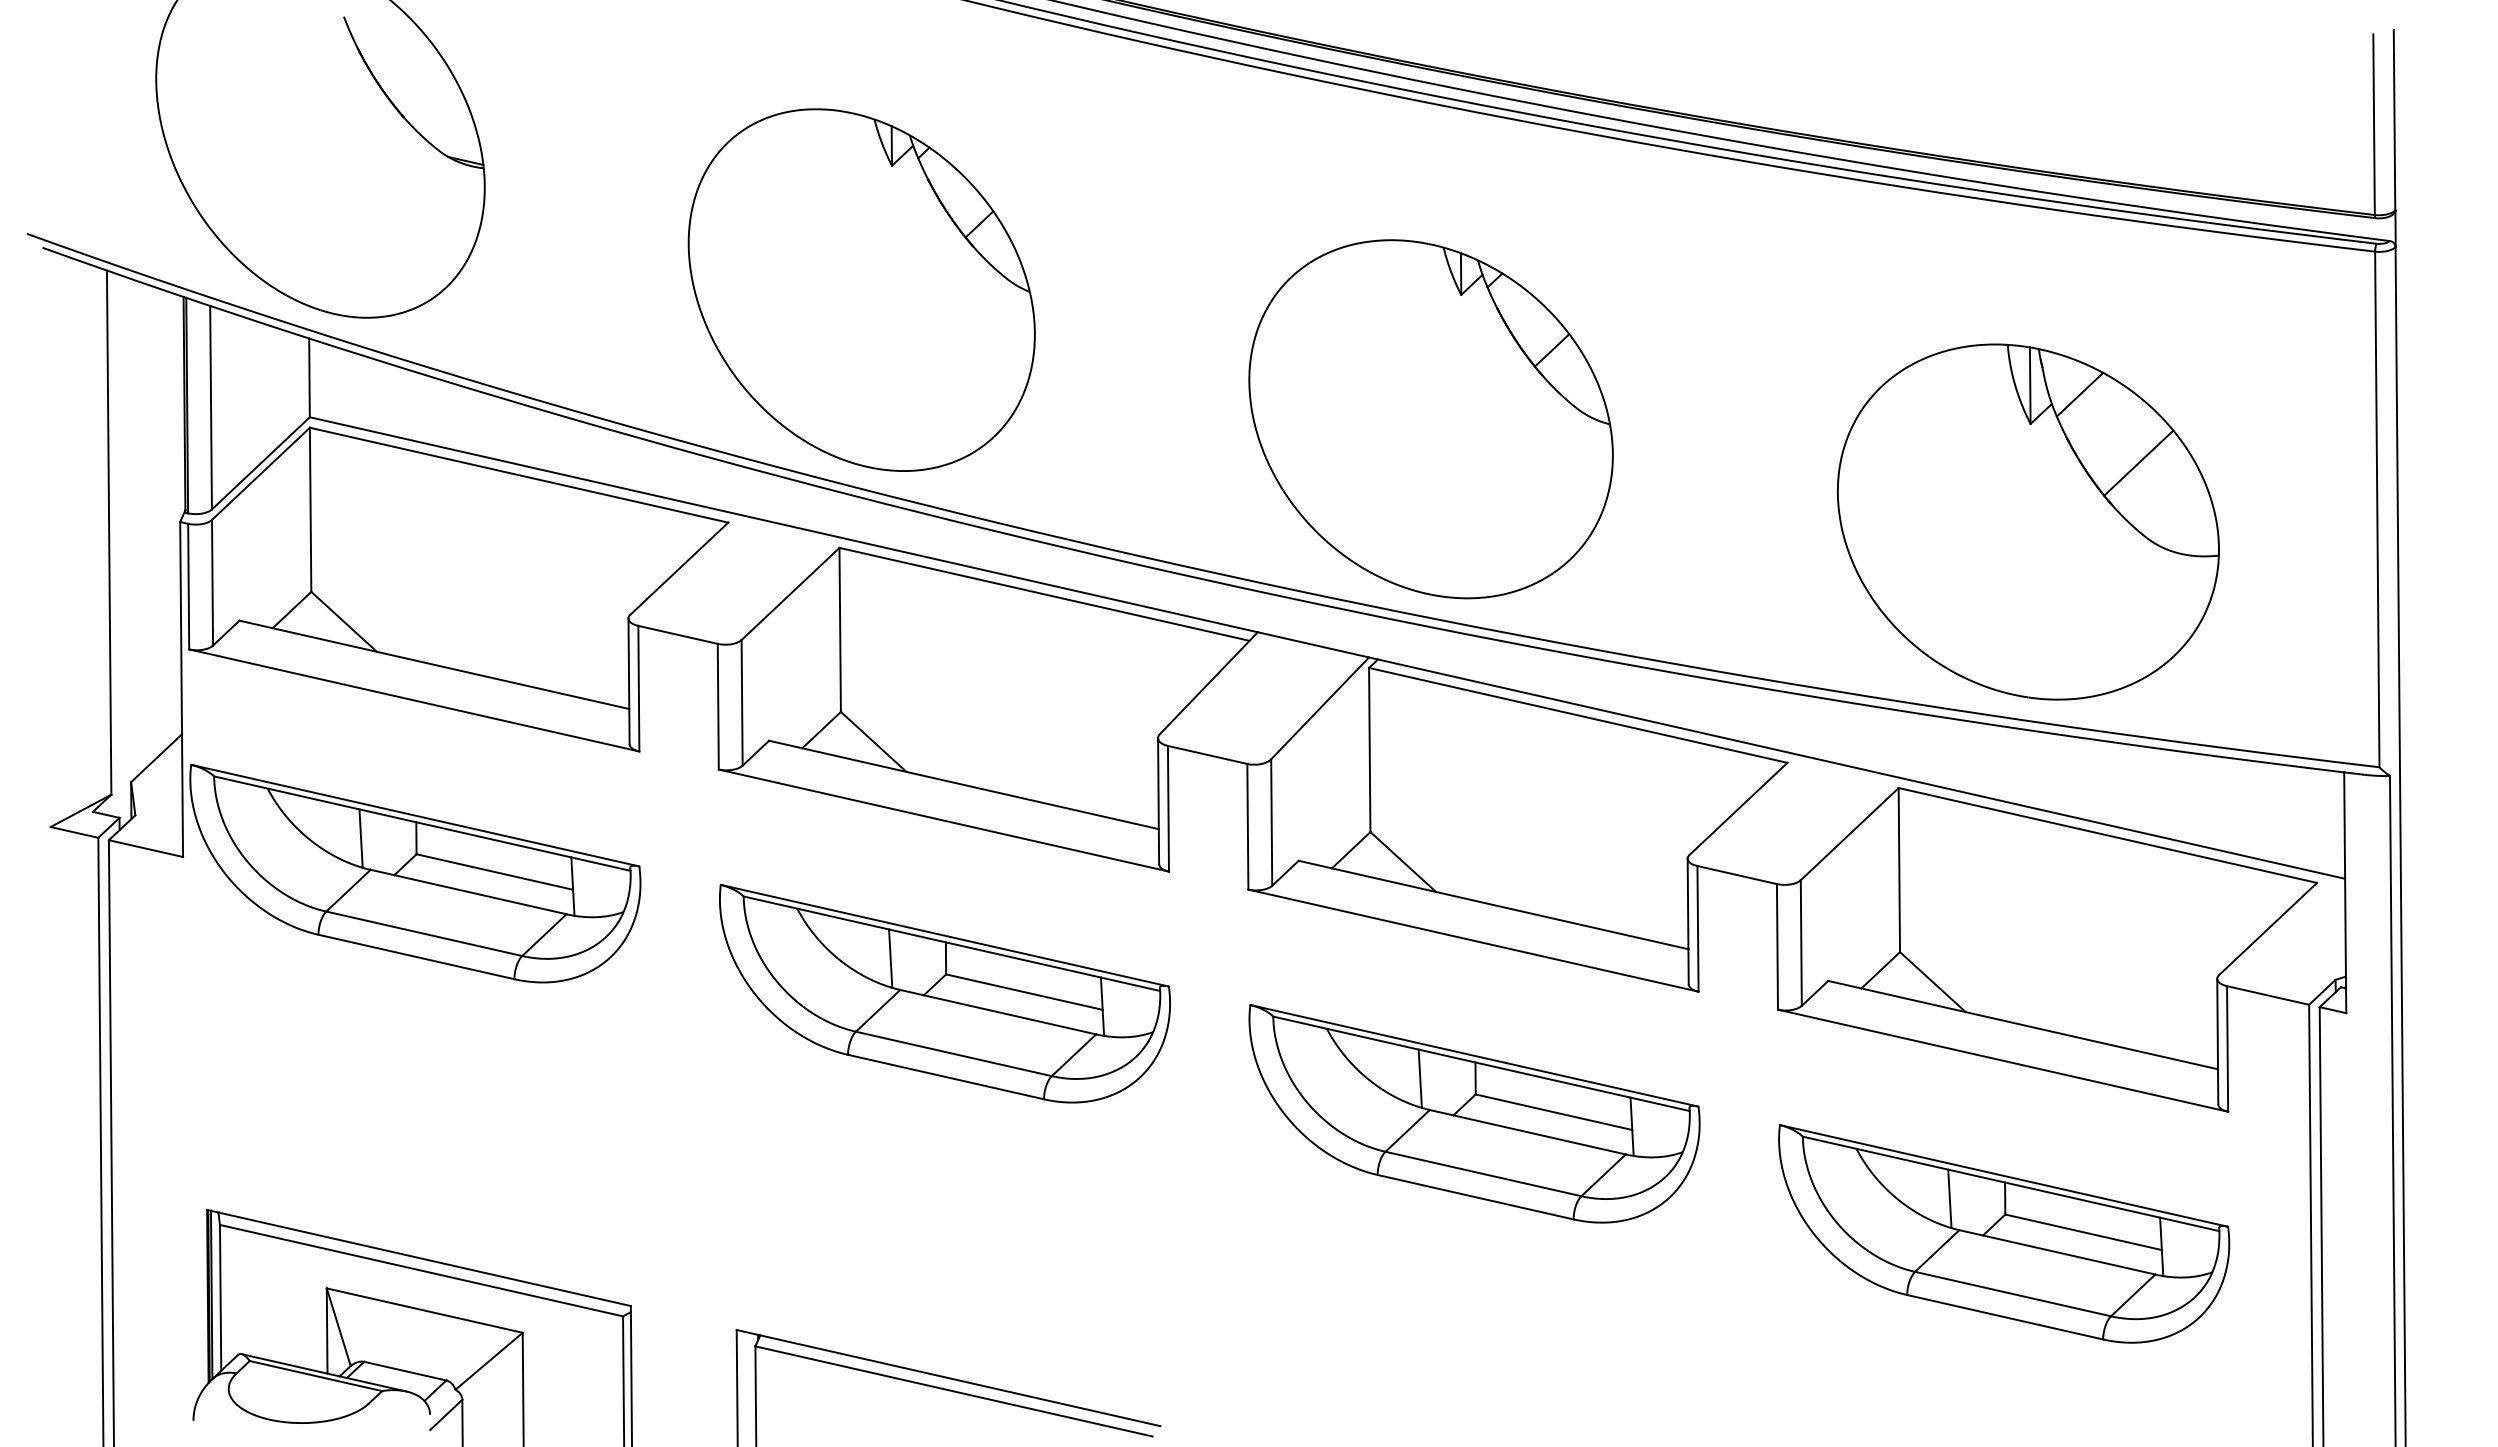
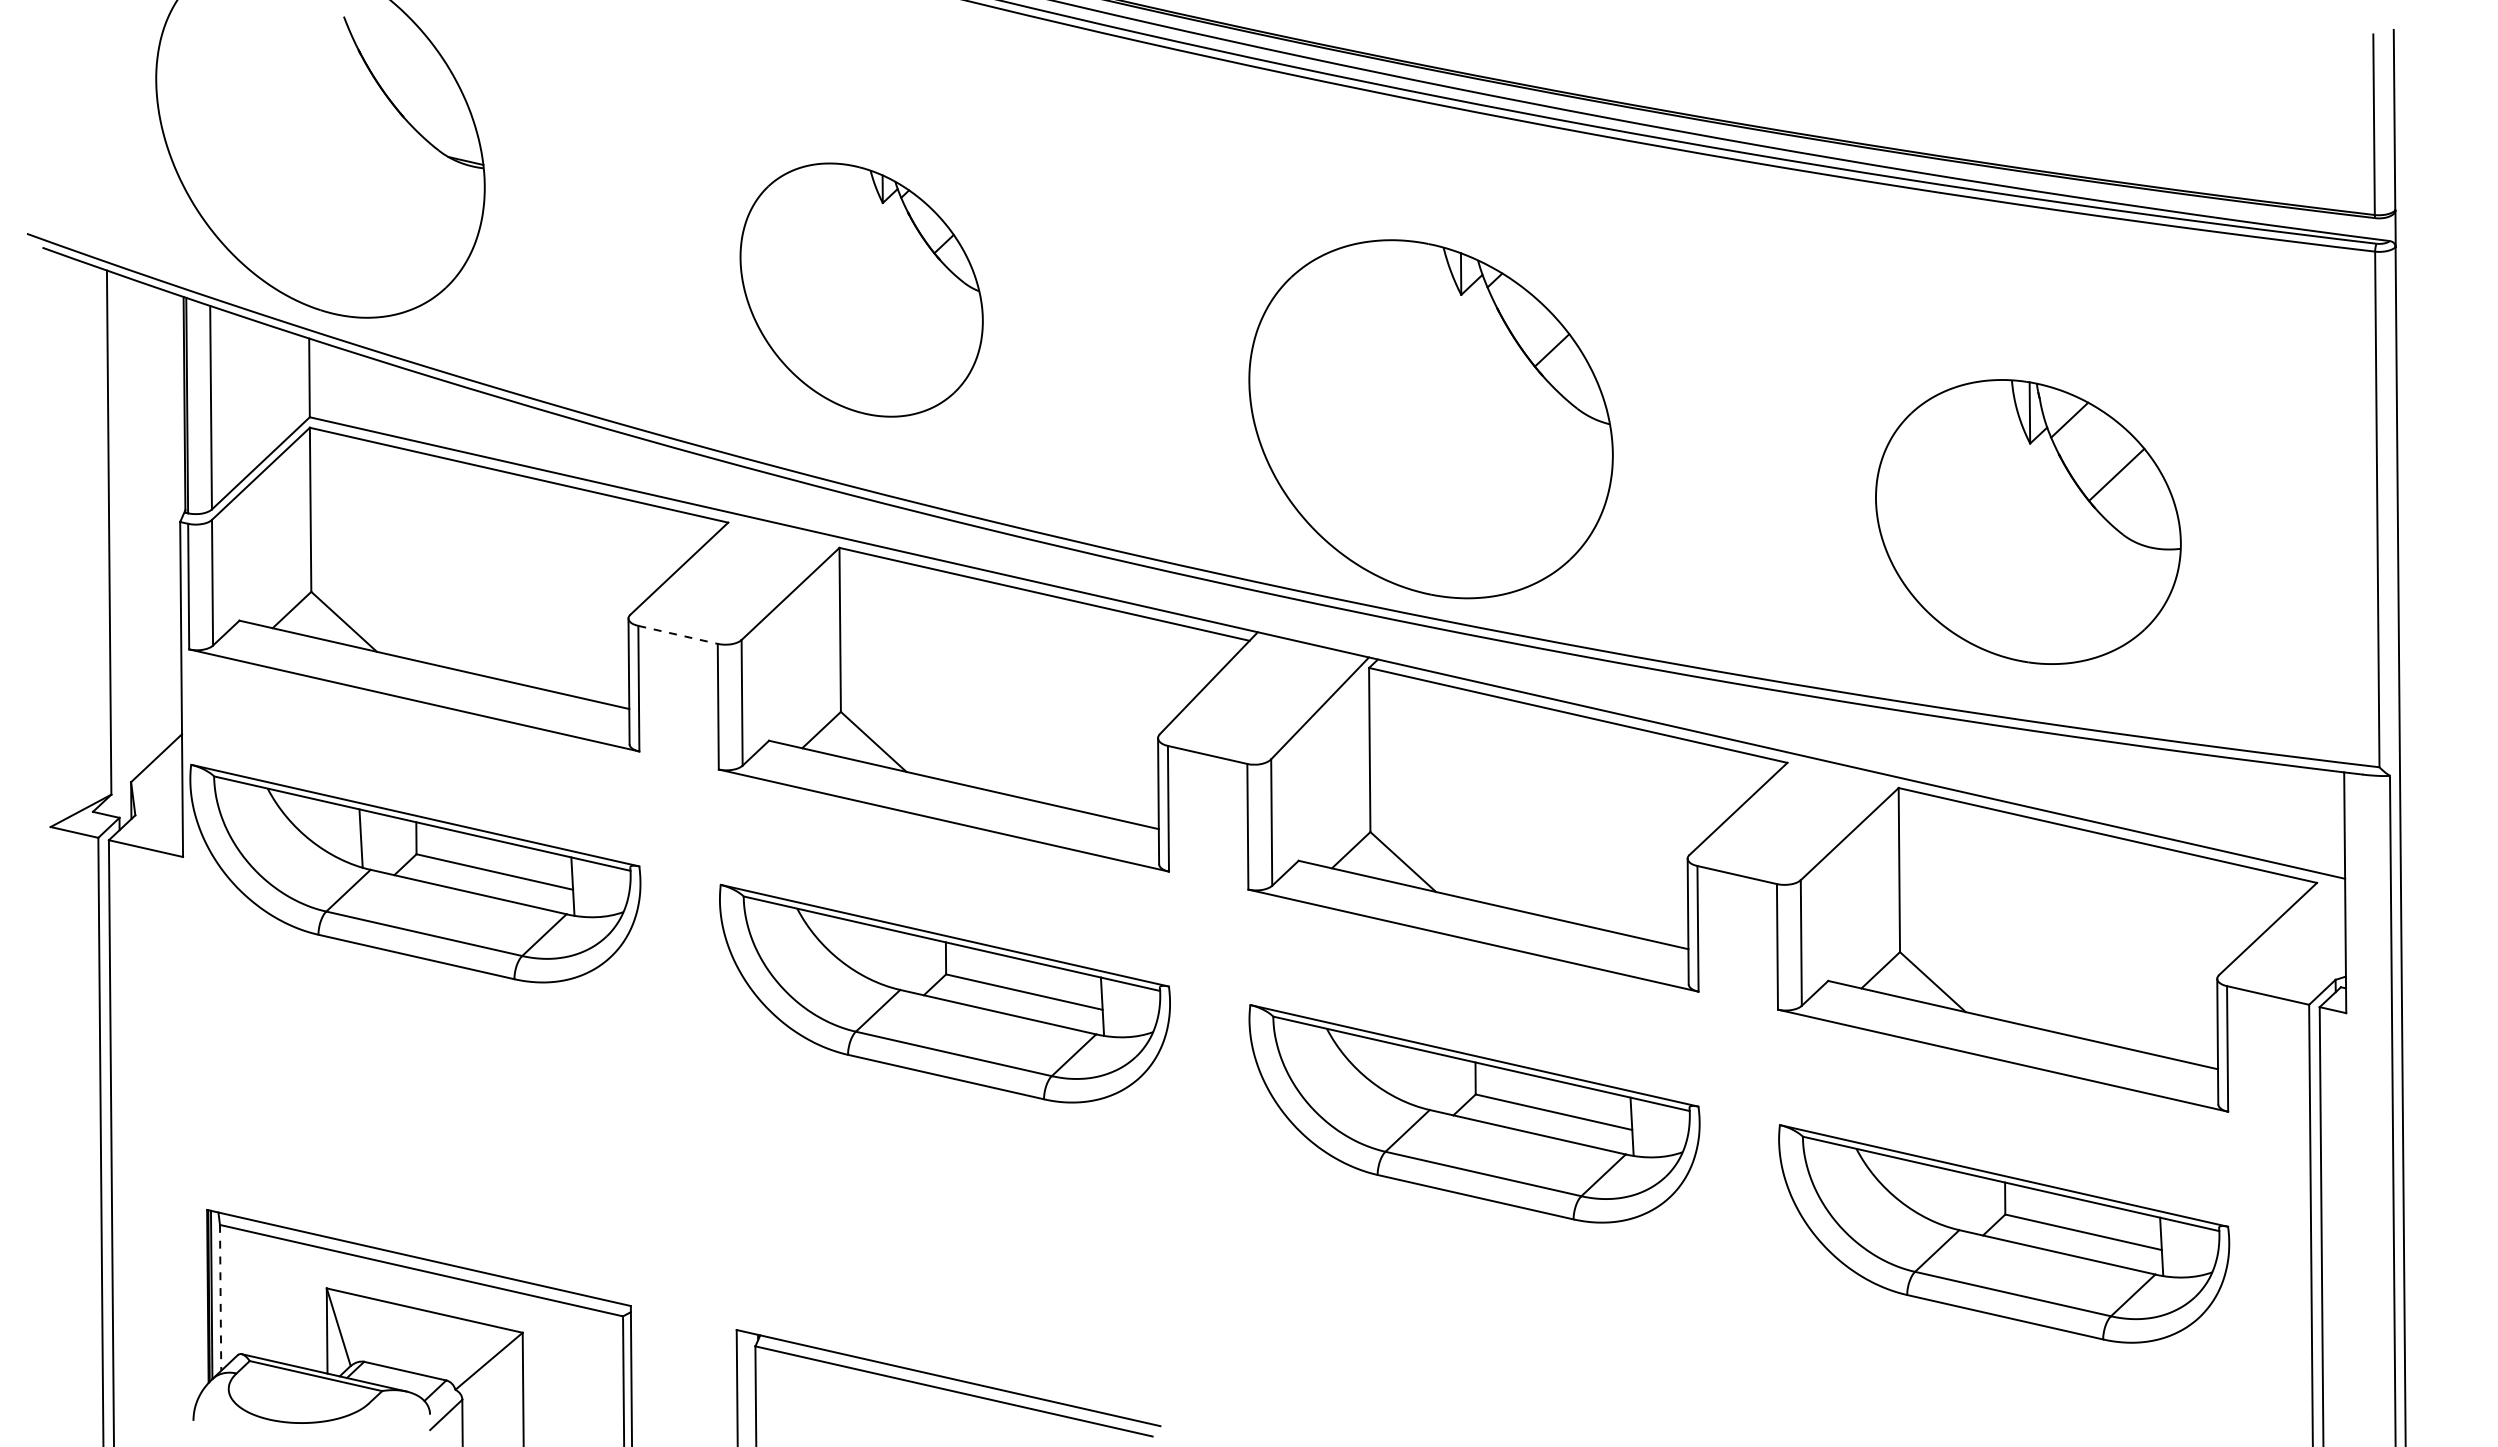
part at (861, 289) size: 349x364 px -> 245x256 px
part at (2028, 521) size: 383x358 px -> 307x286 px
line at (678, 634): solid -> dashed
line at (890, 958): present -> none
line at (1419, 1078): present -> none
line at (1949, 1198): present -> none
line at (220, 1297): solid -> dashed
